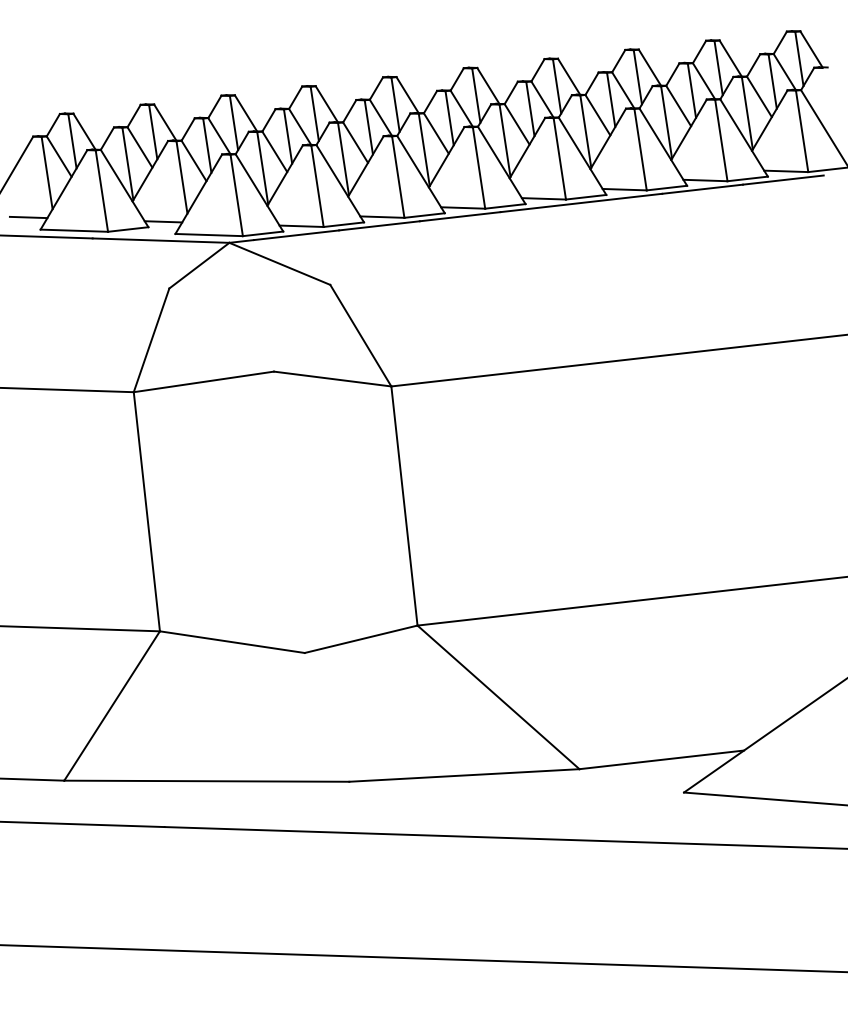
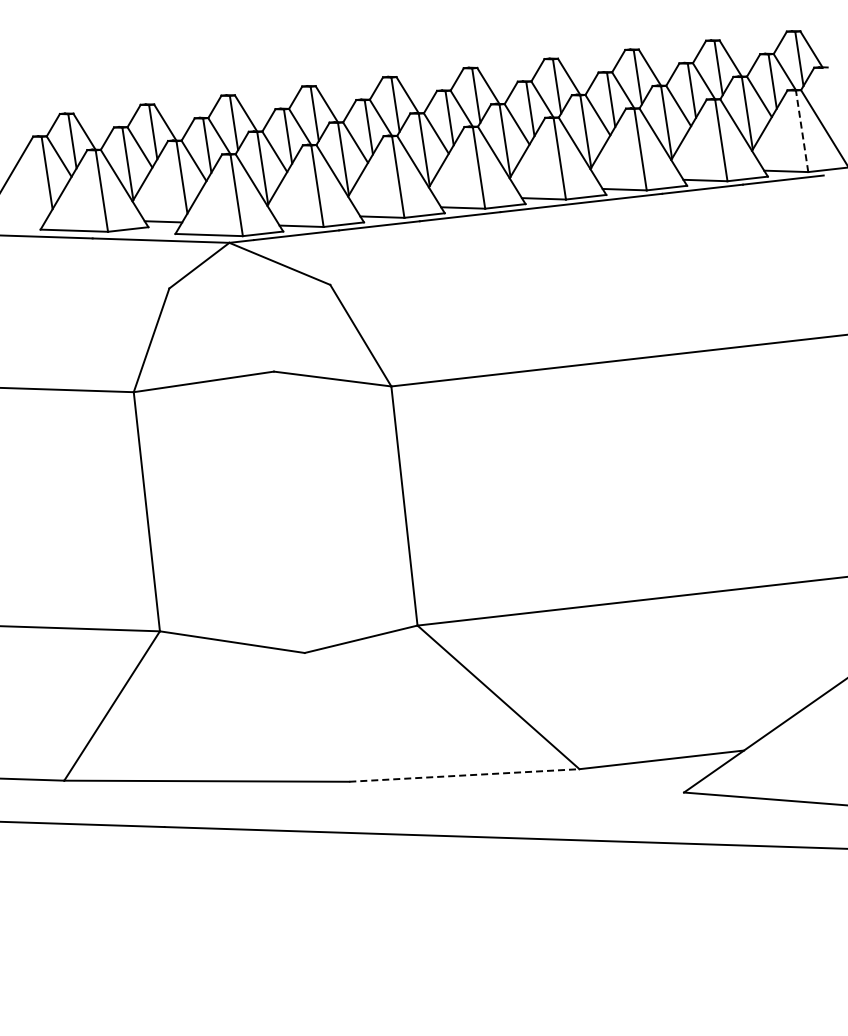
line at (802, 130): solid -> dashed
line at (28, 217): present -> none
line at (464, 775): solid -> dashed
line at (423, 958): present -> none
